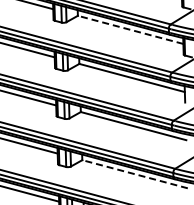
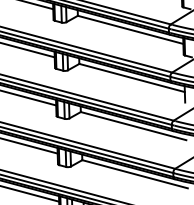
line at (130, 29): dashed -> solid
line at (135, 174): dashed -> solid
